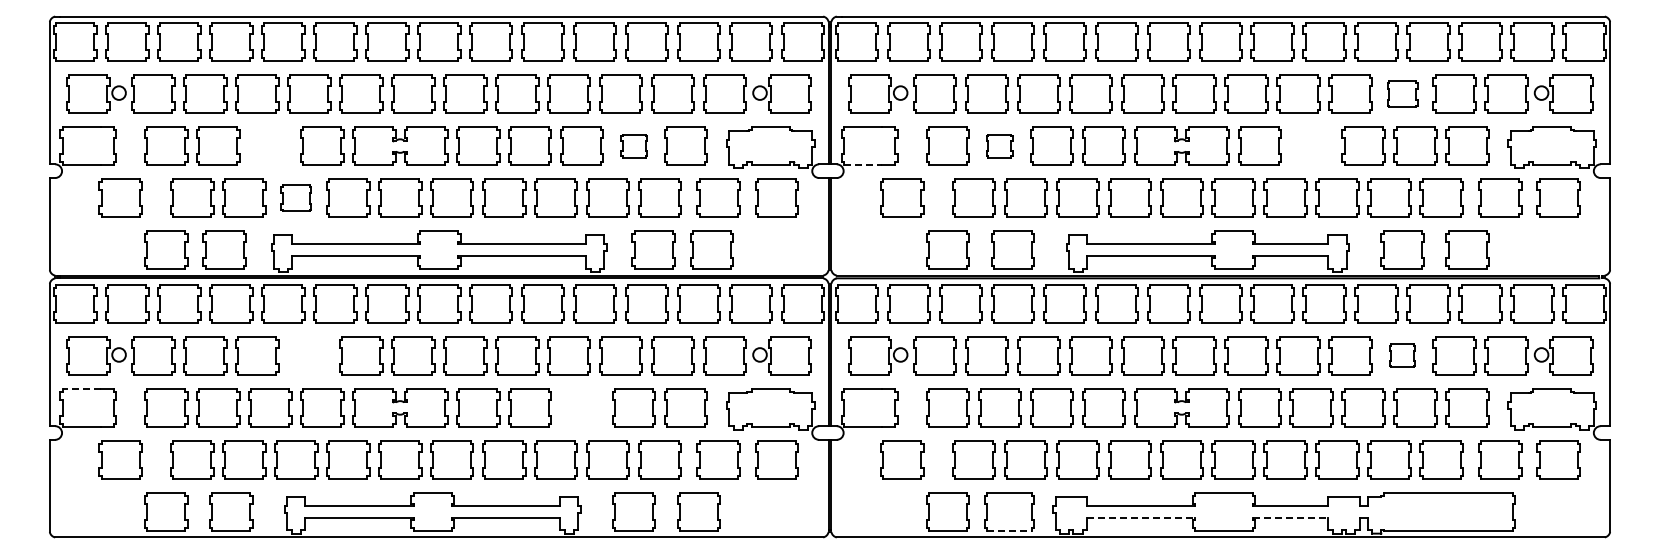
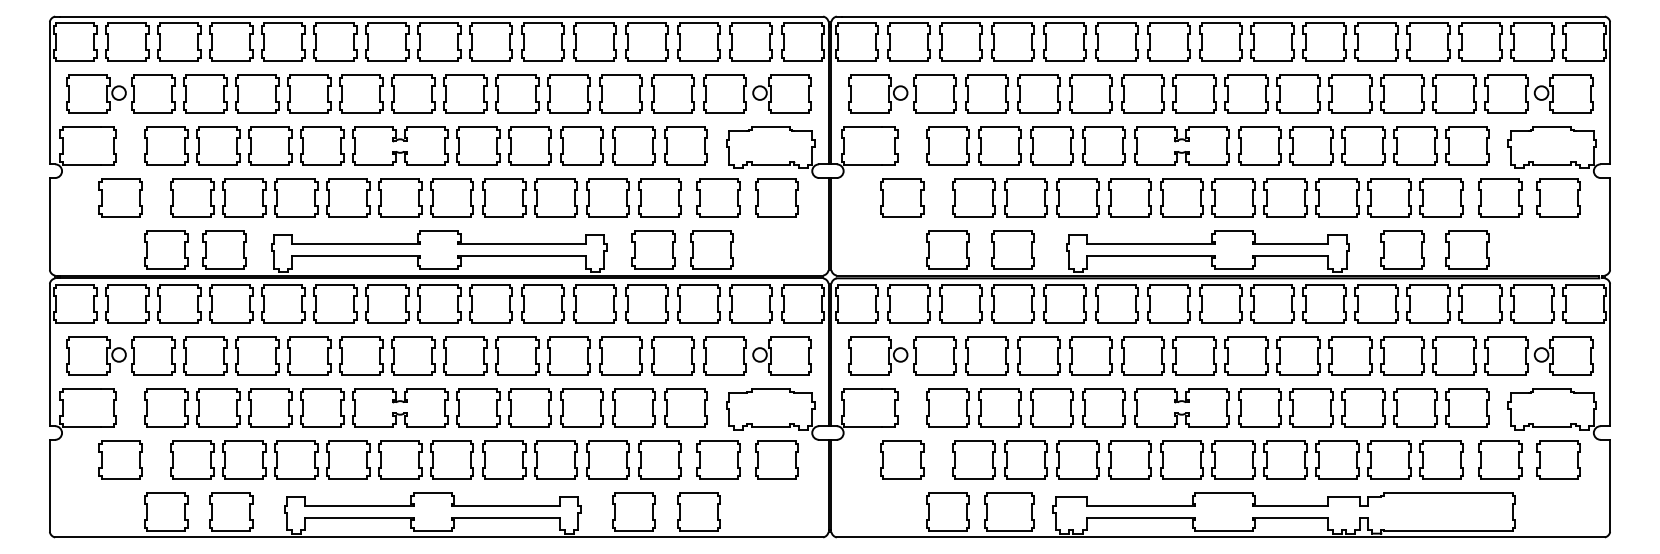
part at (1402, 93) size: 32x28 px -> 45x40 px
part at (270, 145): none -> present
part at (1311, 145): none -> present
part at (633, 146) size: 28x25 px -> 44x40 px
part at (999, 146) size: 28x25 px -> 44x40 px
line at (863, 165): dashed -> solid
part at (295, 197) size: 32x28 px -> 45x40 px
part at (309, 355): none -> present
part at (1402, 355) size: 27x25 px -> 45x40 px
line at (81, 388): dashed -> solid
part at (581, 407): none -> present
line at (1141, 518): dashed -> solid
line at (1290, 518): dashed -> solid
line at (1010, 530): dashed -> solid
